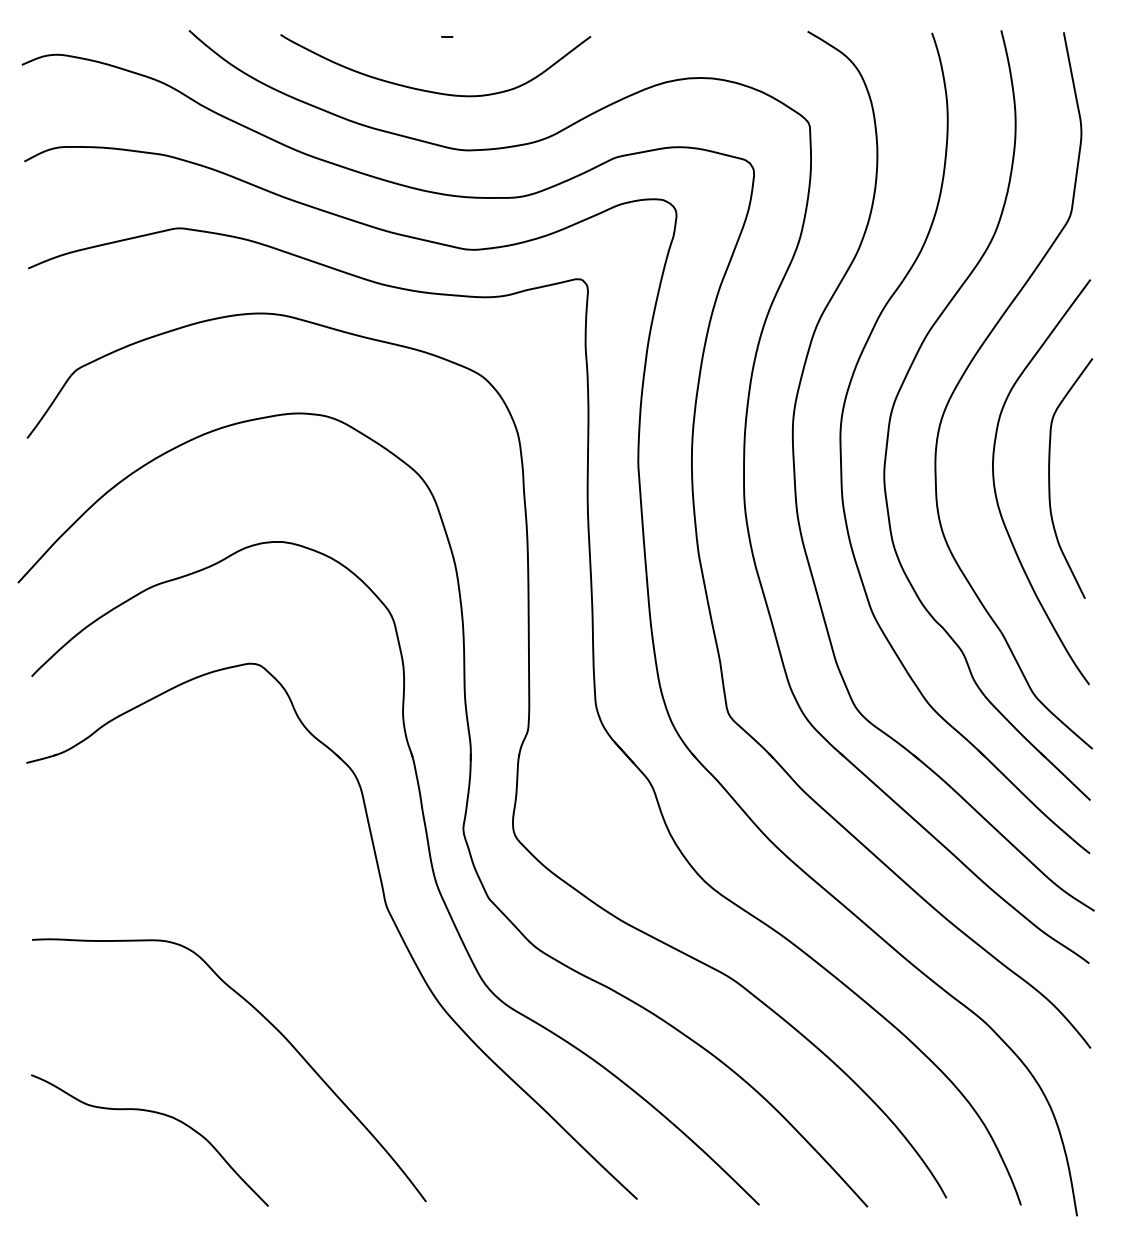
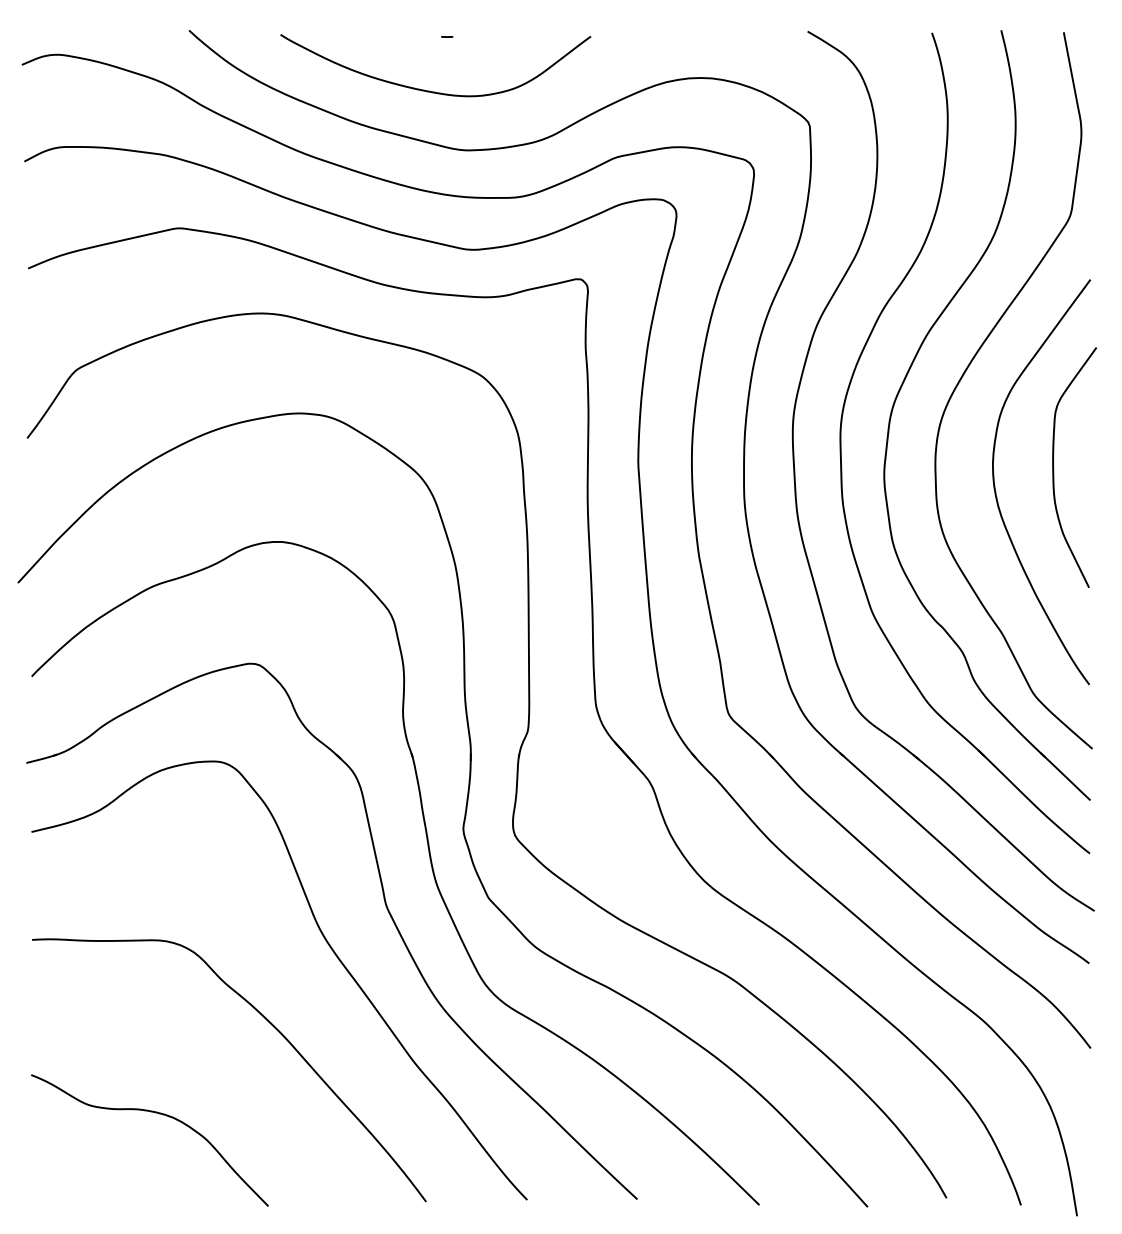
curve at (1050, 479) position: (1050, 479) -> (1054, 468)
curve at (329, 947): none -> present
